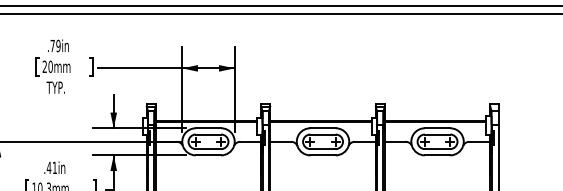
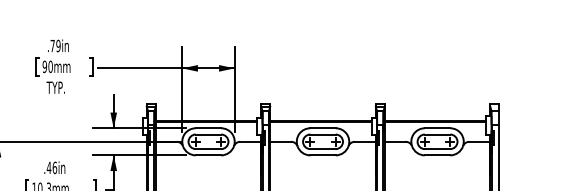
line at (280, 5): present -> none
line at (280, 14): present -> none
text at (44, 66): 20mm -> 90mm
text at (54, 167): .41in -> .46in
